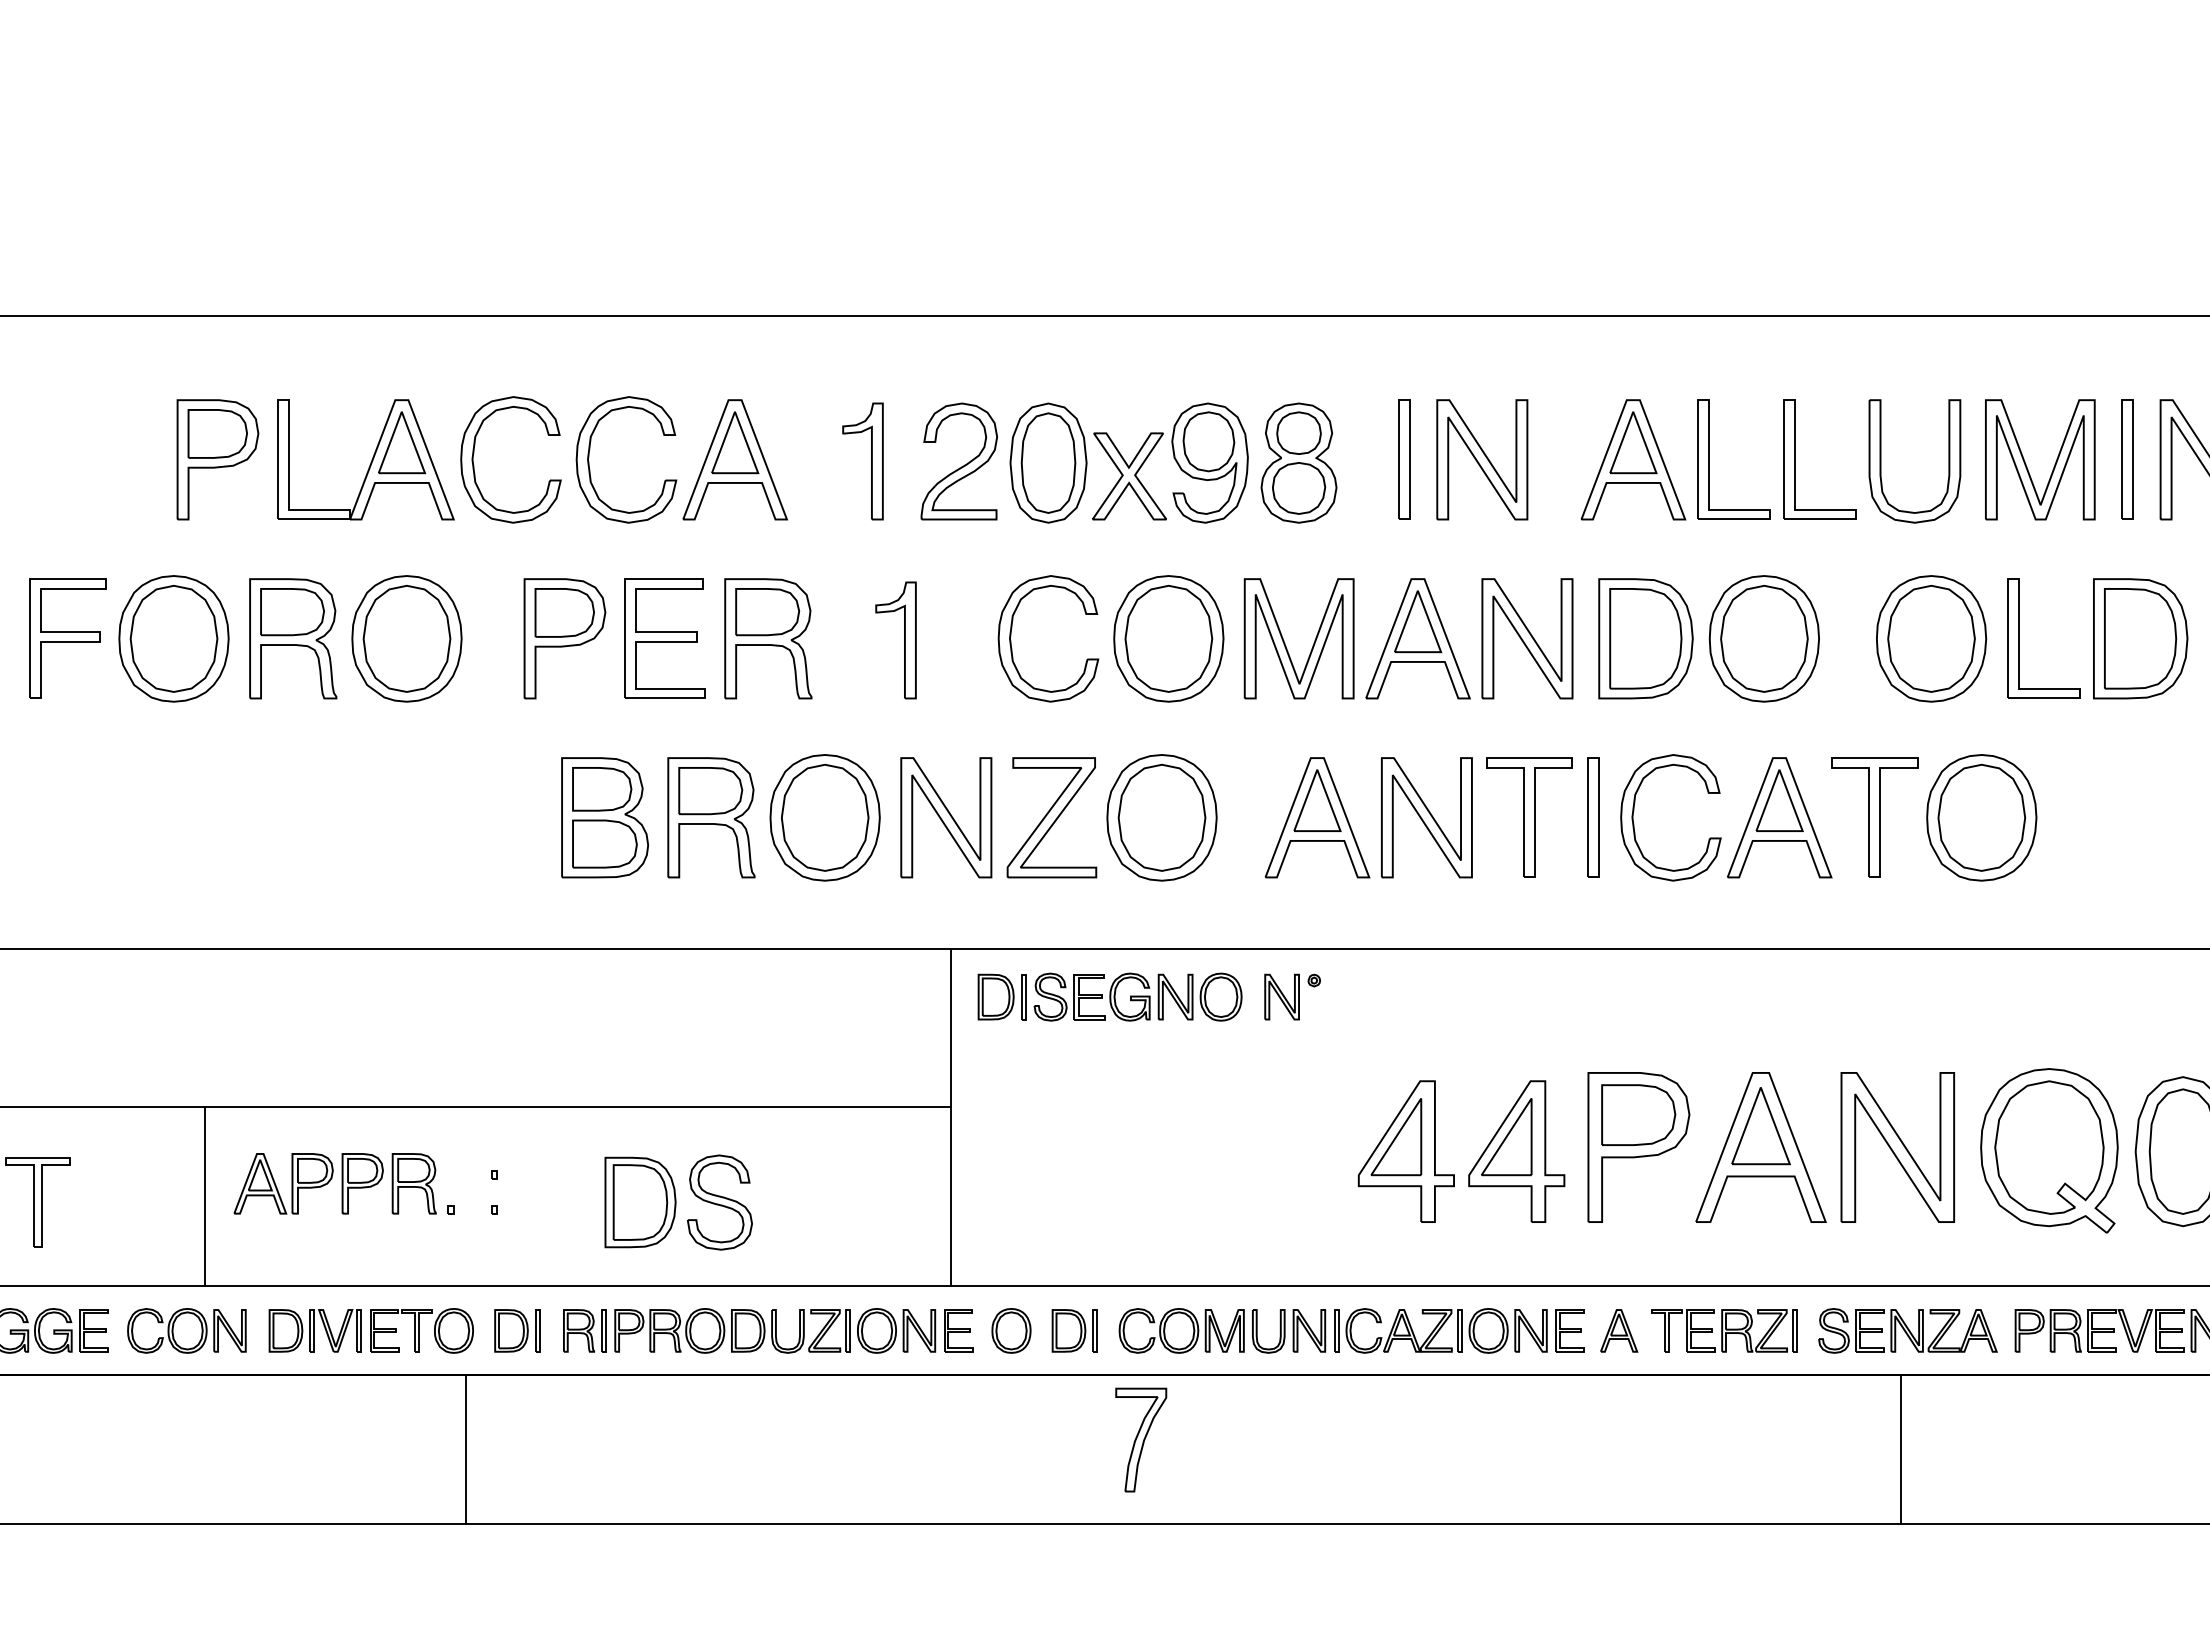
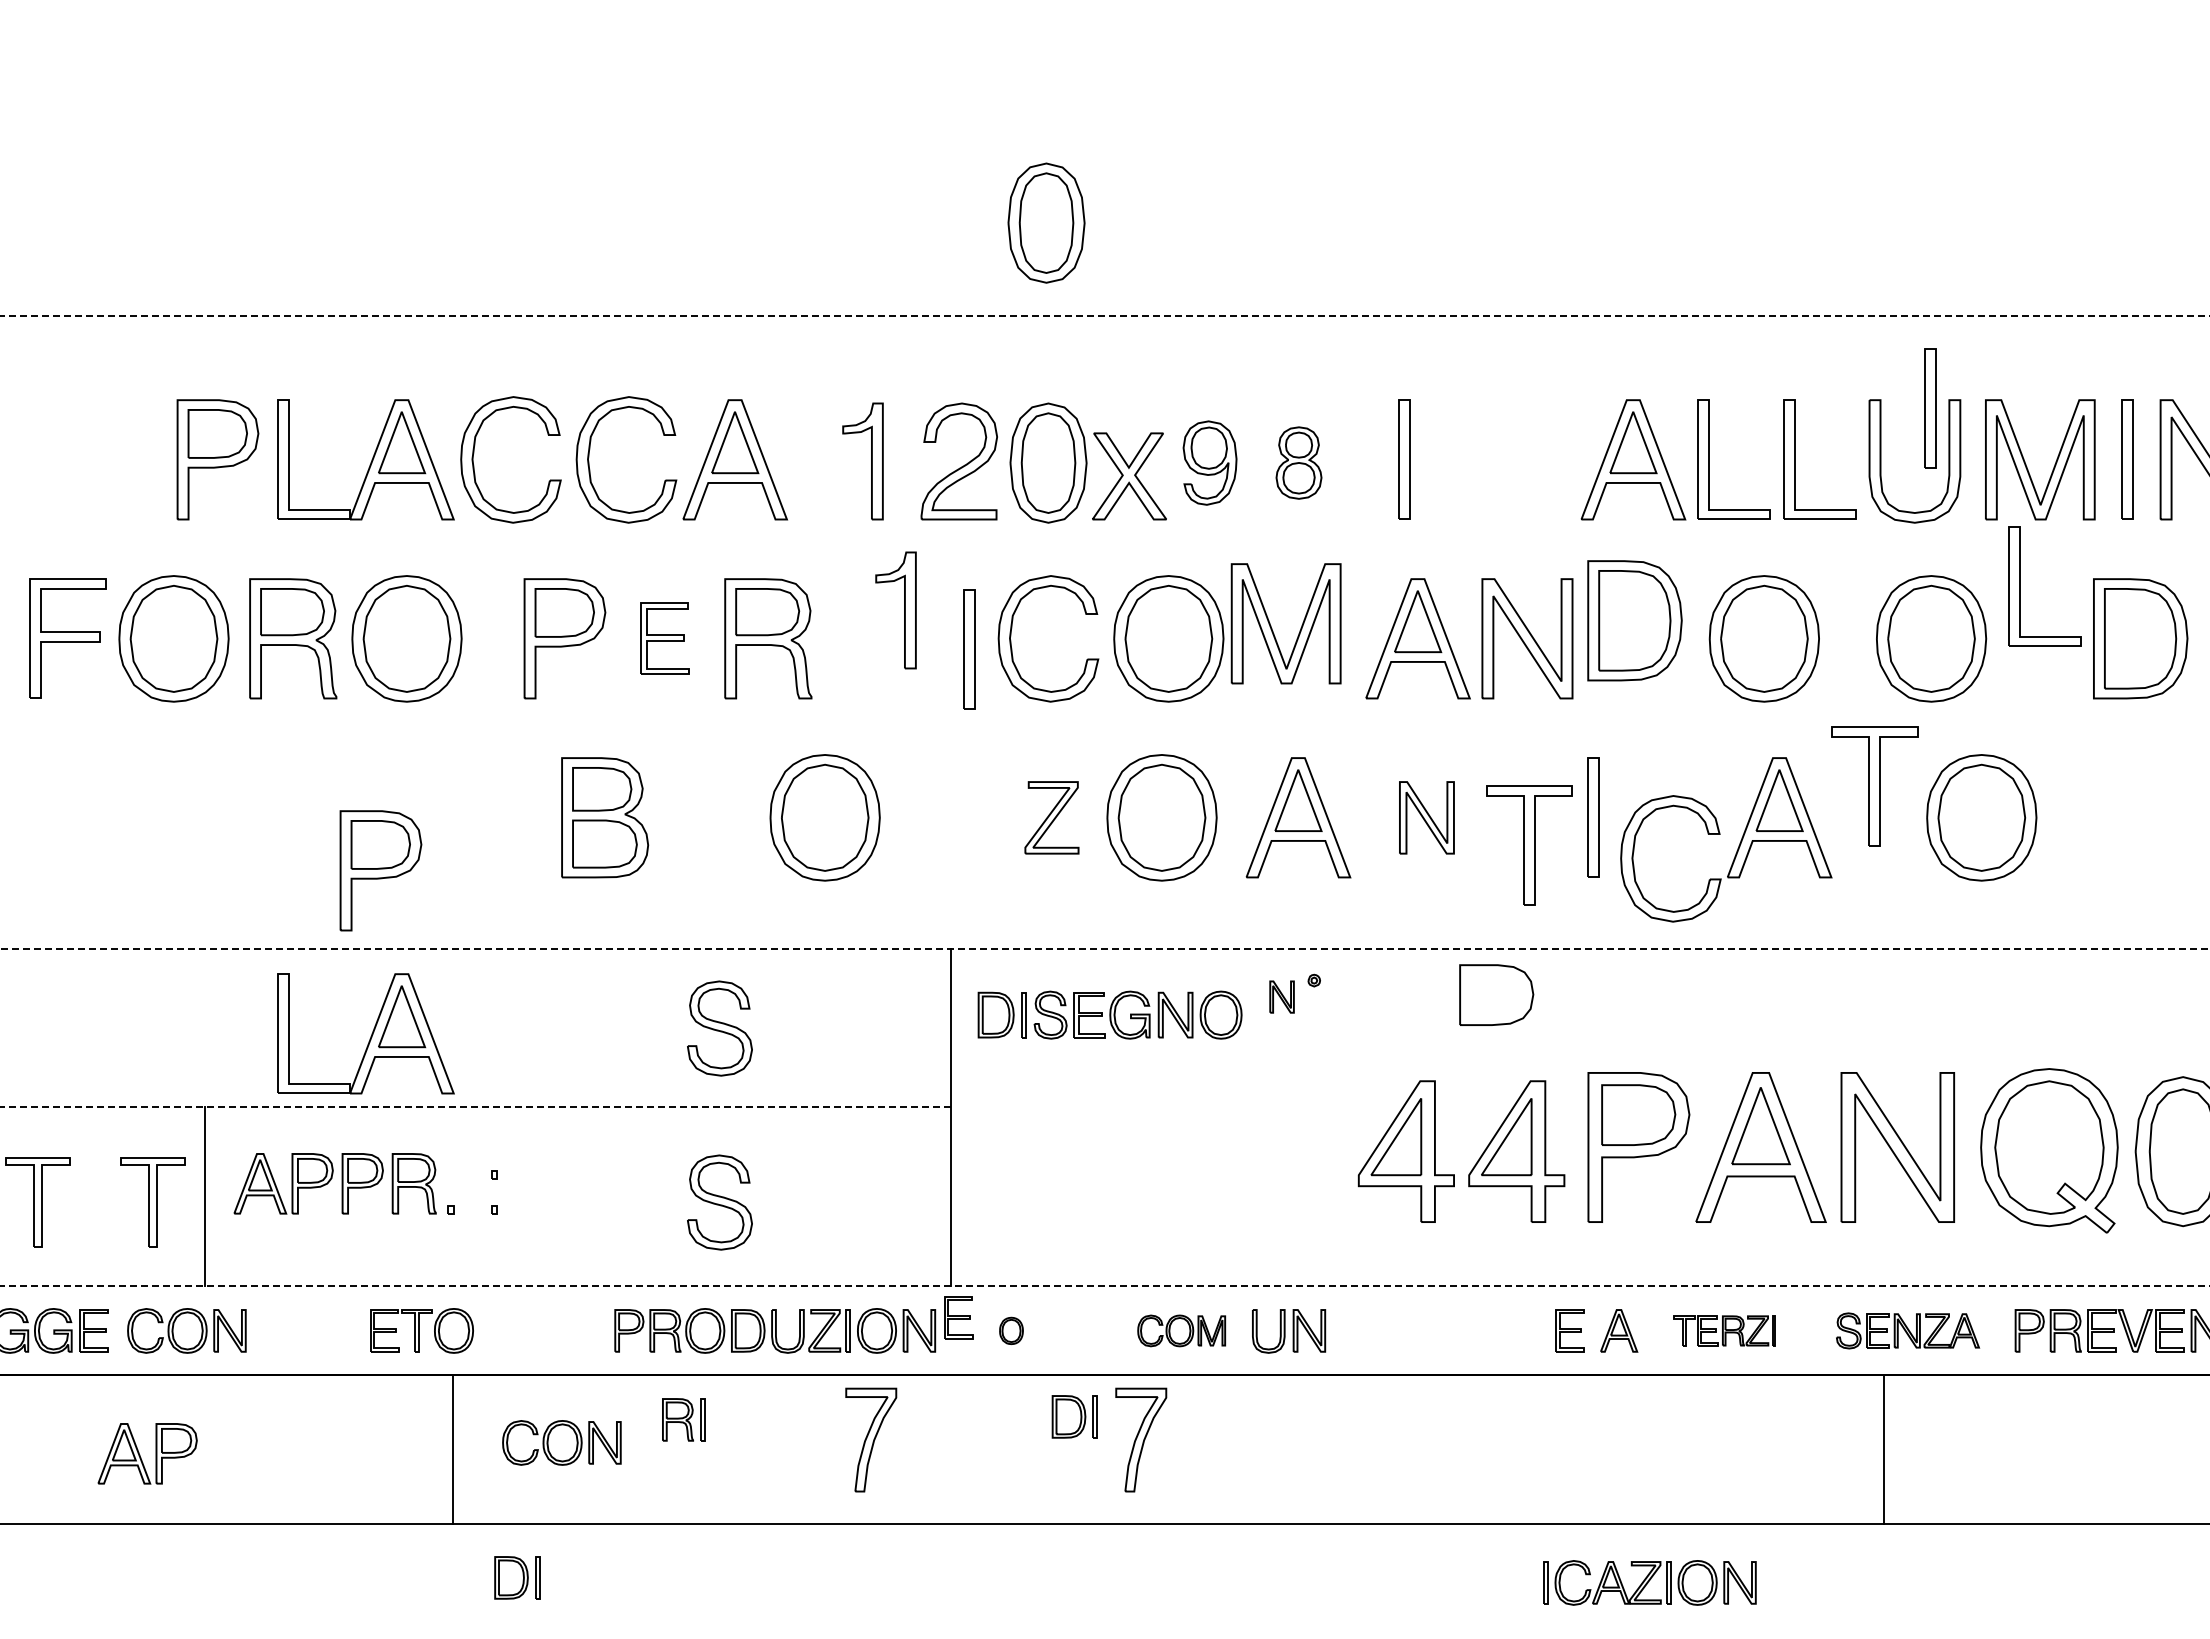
part at (1046, 222): none -> present
line at (1105, 316): solid -> dashed
part at (1930, 408): none -> present
part at (1482, 459): present -> none
part at (1209, 462) size: 78x122 px -> 56x86 px
part at (1298, 462) size: 78x122 px -> 48x74 px
part at (664, 638) size: 82x121 px -> 50x73 px
part at (1645, 638) position: (1645, 638) -> (1634, 620)
part at (2019, 638) position: (2019, 638) -> (2020, 586)
part at (904, 640) position: (904, 640) -> (904, 610)
part at (1285, 643) position: (1285, 643) -> (1272, 628)
part at (969, 649): none -> present
part at (1634, 811) position: (1634, 811) -> (1634, 852)
part at (711, 817): present -> none
part at (946, 817): present -> none
part at (1051, 817) size: 92x122 px -> 56x74 px
part at (1317, 817) position: (1317, 817) -> (1298, 817)
part at (1426, 817) size: 92x122 px -> 56x74 px
part at (1529, 817) position: (1529, 817) -> (1529, 845)
part at (1874, 817) position: (1874, 817) -> (1874, 786)
part at (380, 870): none -> present
line at (1105, 948): solid -> dashed
part at (1496, 994): none -> present
part at (1109, 996) position: (1109, 996) -> (1109, 1014)
part at (1281, 996) size: 36x48 px -> 26x34 px
part at (719, 1028): none -> present
part at (365, 1033): none -> present
line at (475, 1106): solid -> dashed
part at (152, 1202): none -> present
part at (640, 1202): present -> none
line at (1105, 1285): solid -> dashed
part at (314, 1330): present -> none
part at (517, 1330) position: (517, 1330) -> (517, 1577)
part at (584, 1330) position: (584, 1330) -> (683, 1419)
part at (958, 1330) position: (958, 1330) -> (958, 1317)
part at (1011, 1330) size: 41x46 px -> 25x29 px
part at (1074, 1330) position: (1074, 1330) -> (1074, 1416)
part at (1181, 1330) size: 127x46 px -> 90x34 px
part at (1440, 1330) position: (1440, 1330) -> (1649, 1582)
part at (1724, 1330) size: 147x44 px -> 103x32 px
part at (1907, 1330) size: 180x46 px -> 145x38 px
part at (871, 1439): none -> present
part at (561, 1442): none -> present
line at (465, 1449) position: (465, 1449) -> (452, 1449)
line at (1901, 1449) position: (1901, 1449) -> (1884, 1449)
part at (140, 1454): none -> present
